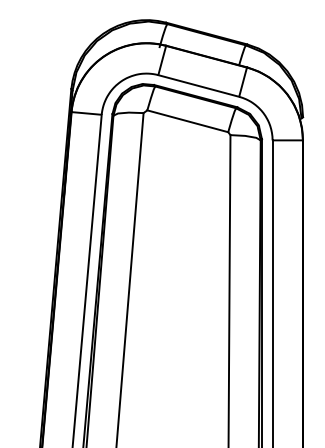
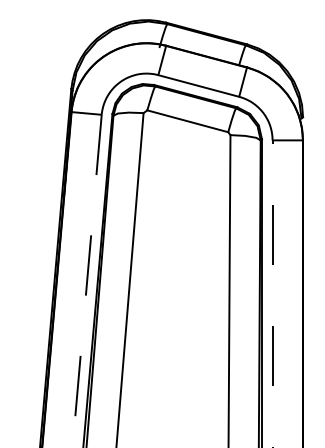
line at (87, 281): solid -> dashed
line at (272, 293): solid -> dashed
